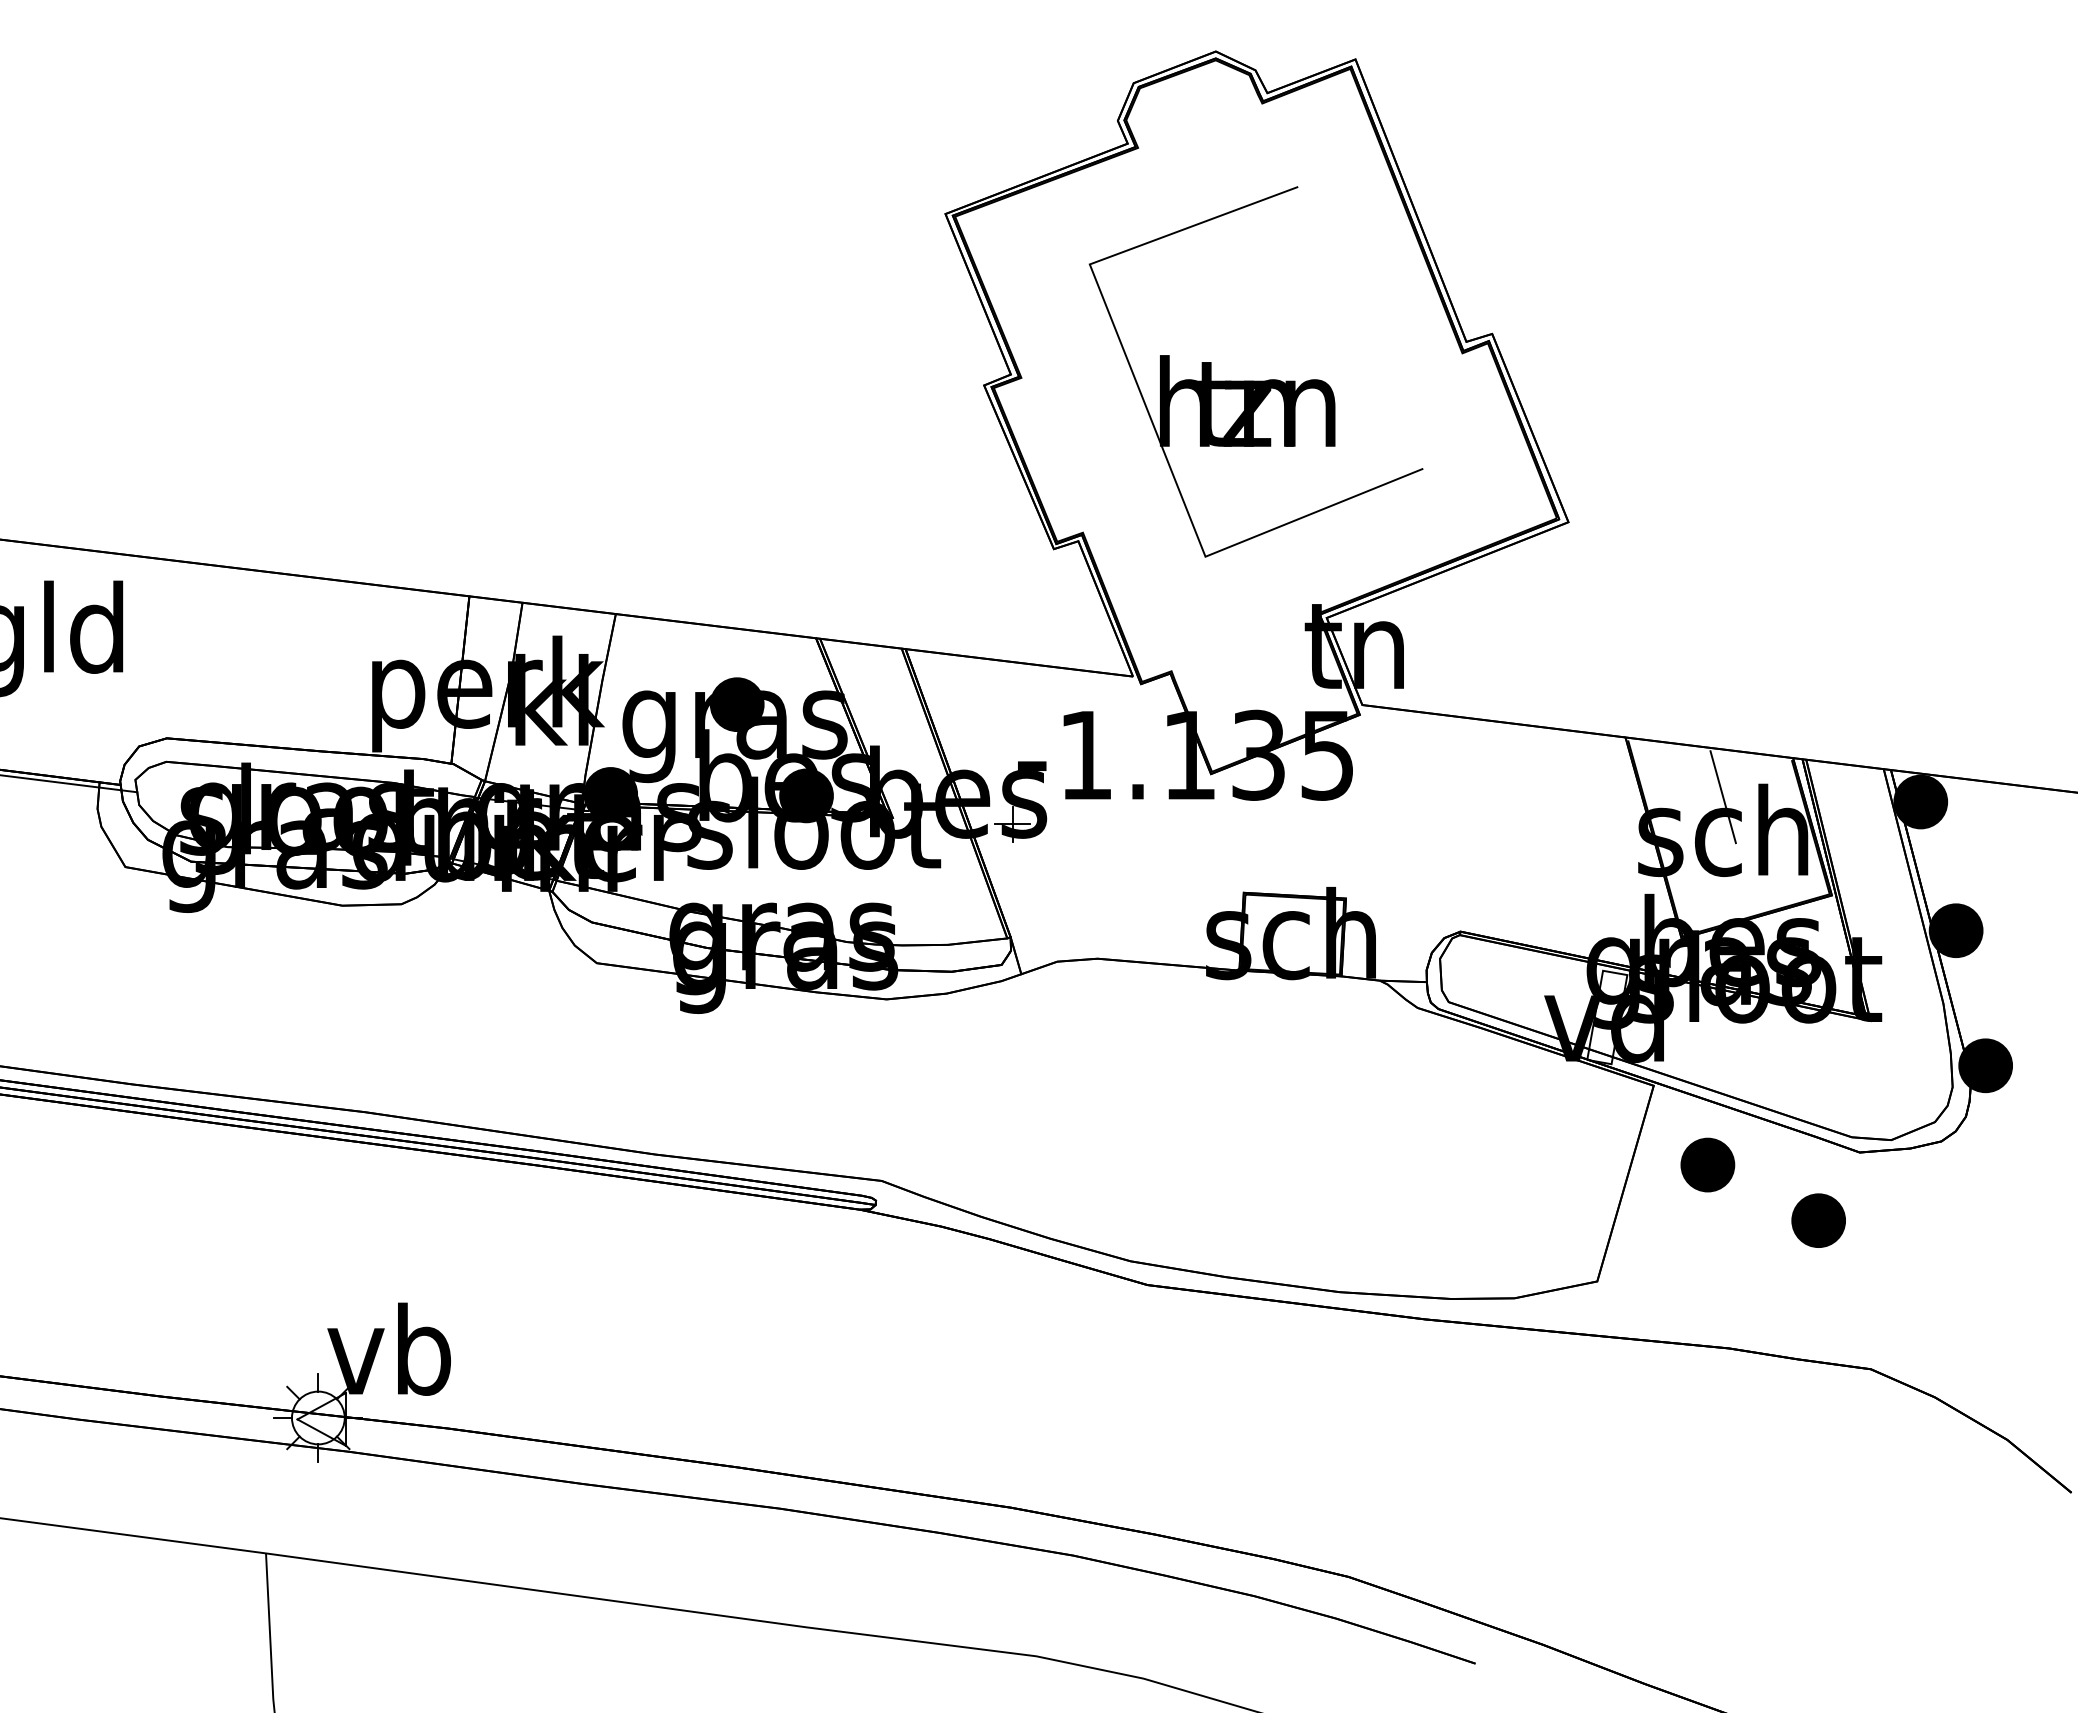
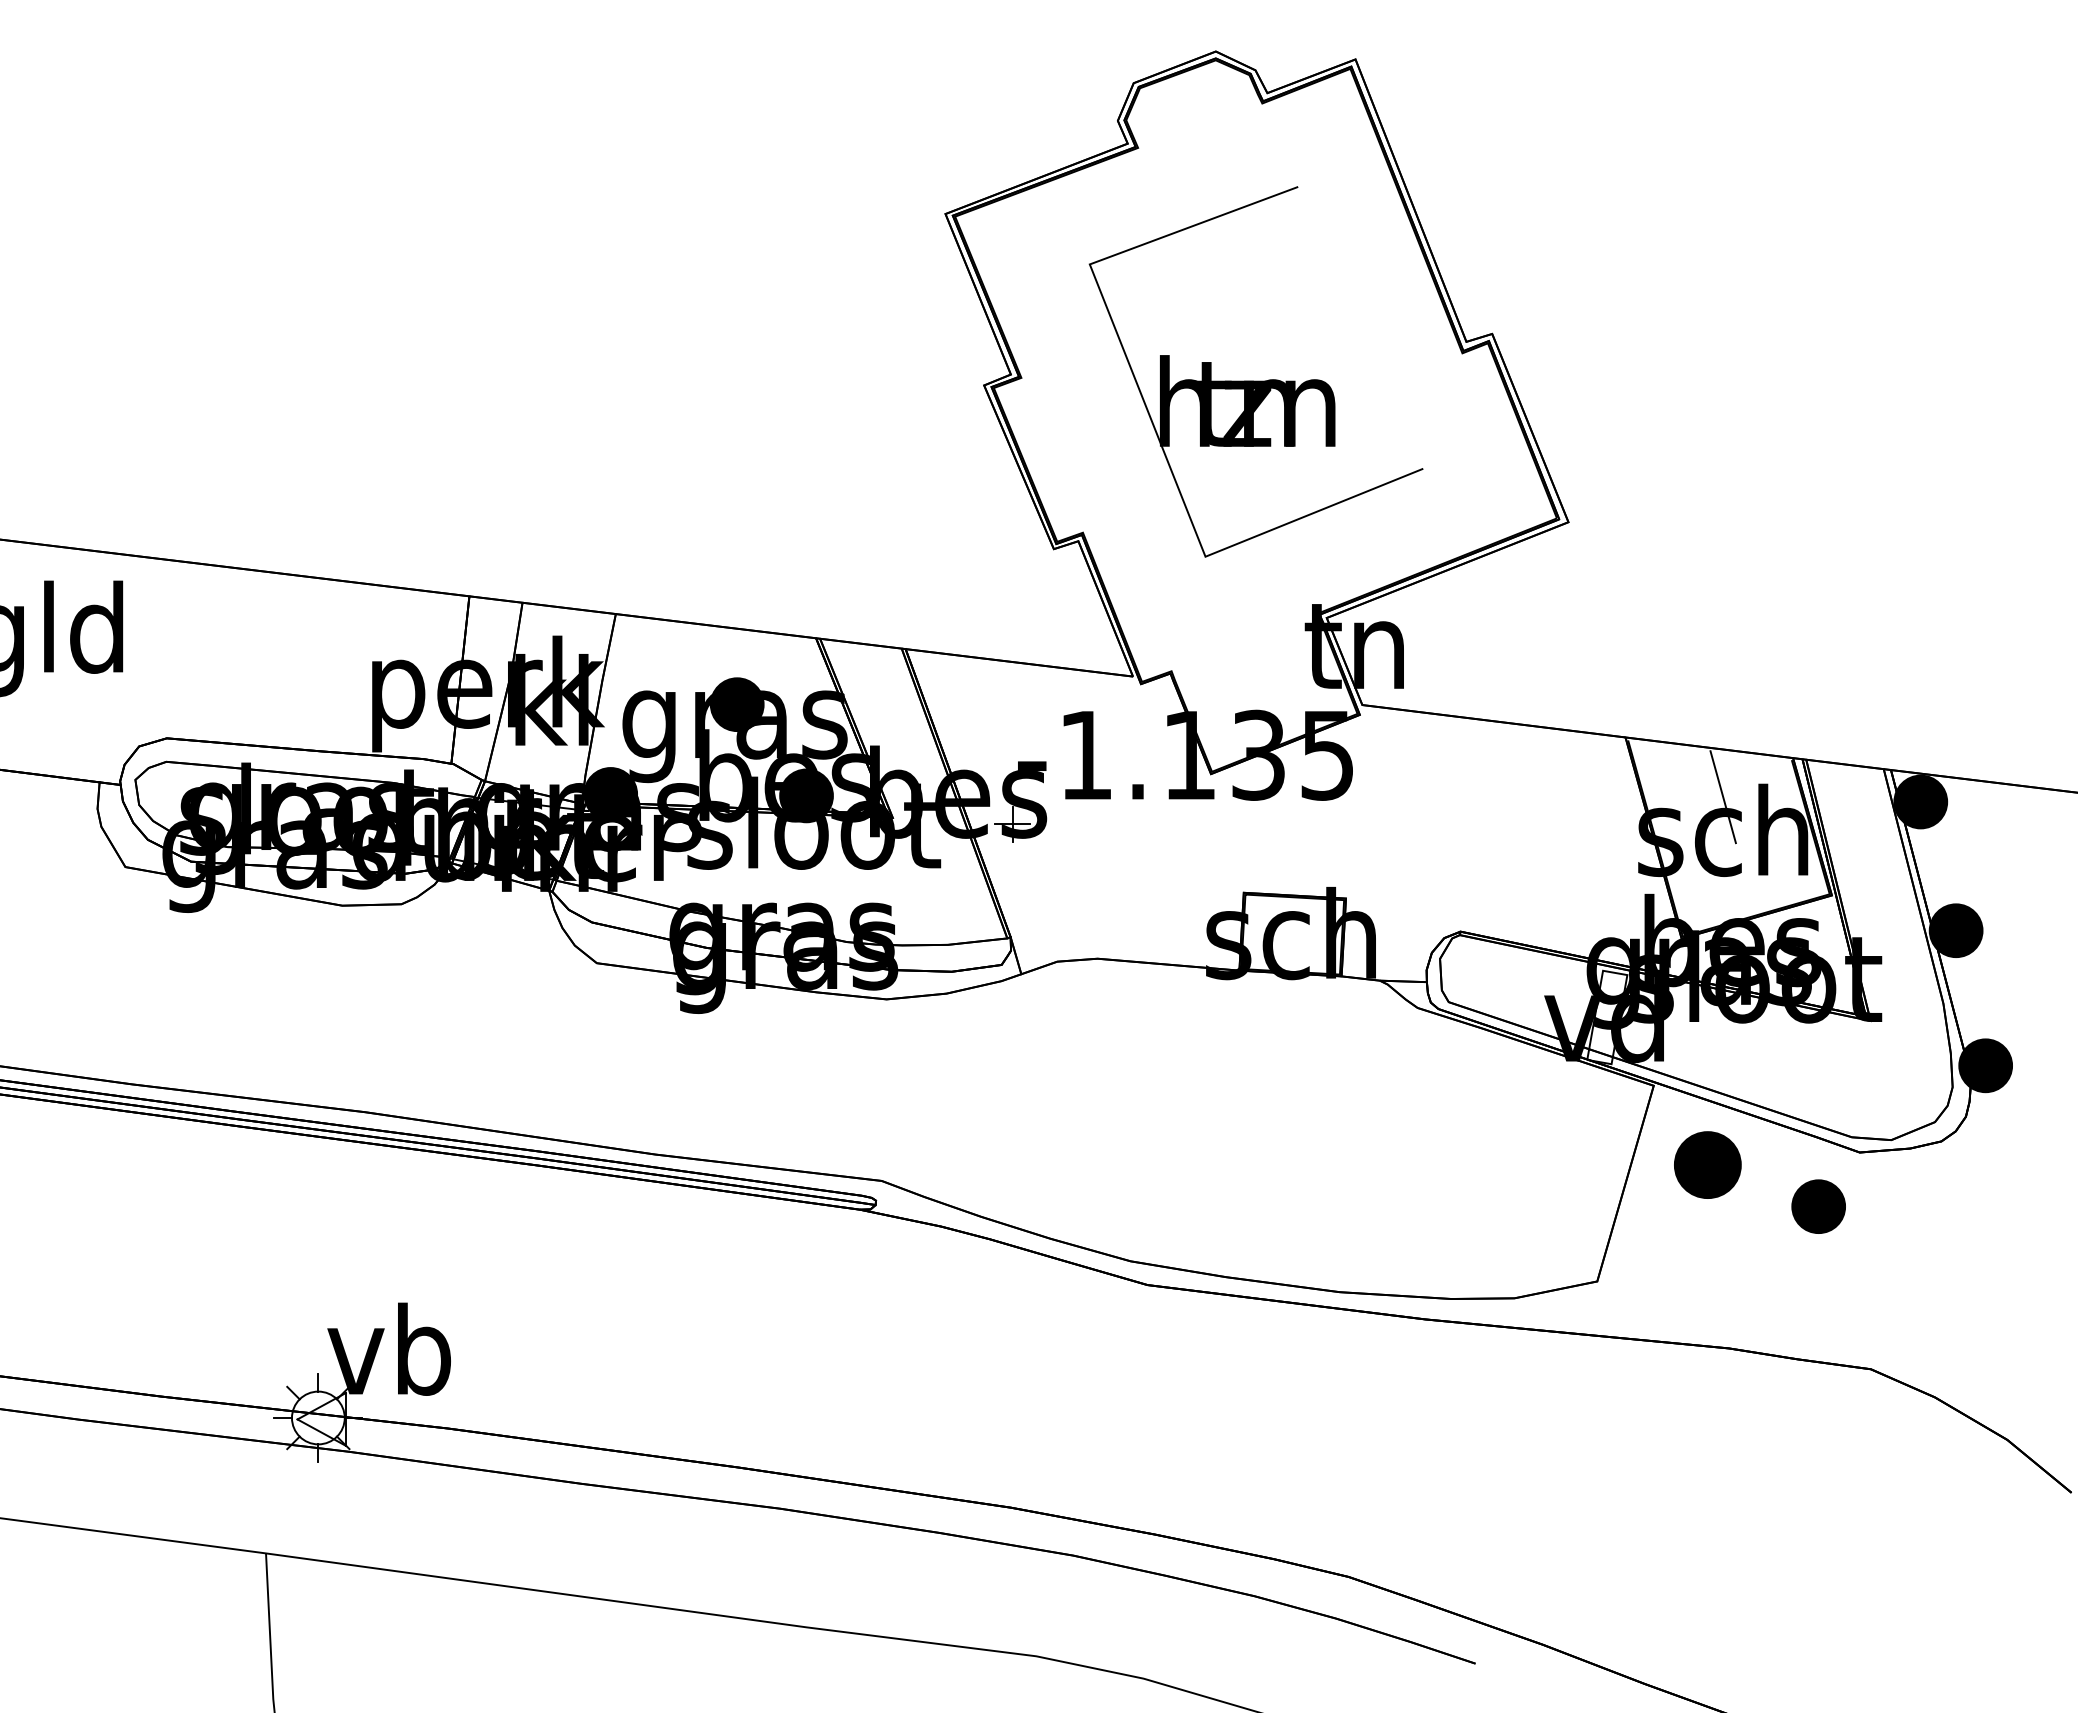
line at (69, 783): present -> none
part at (1707, 1164) size: 56x56 px -> 68x68 px
part at (1818, 1220) position: (1818, 1220) -> (1818, 1206)
